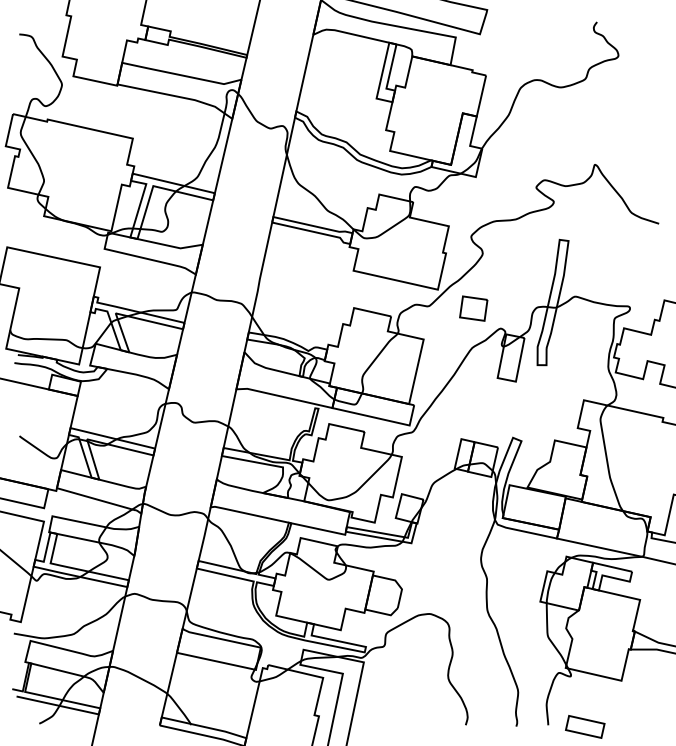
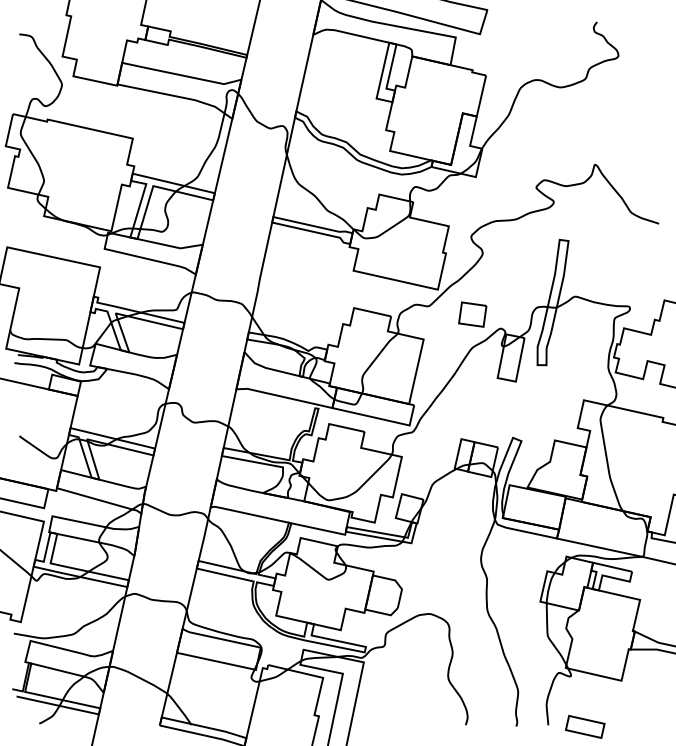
part at (473, 308) position: (473, 308) -> (472, 314)
